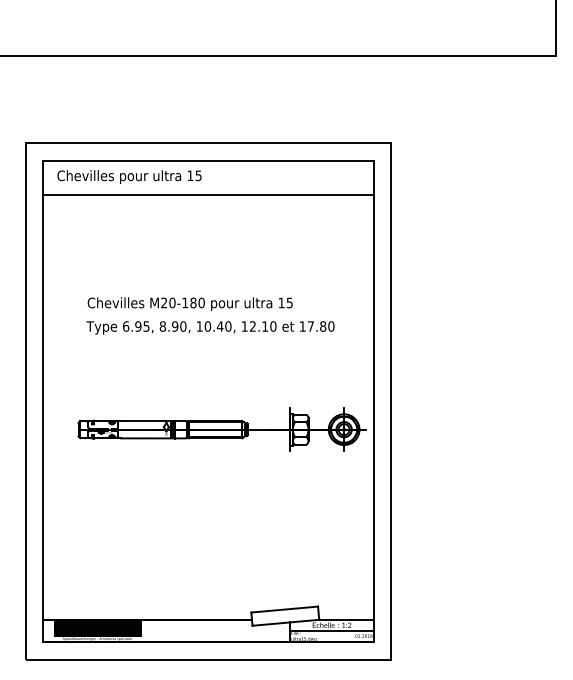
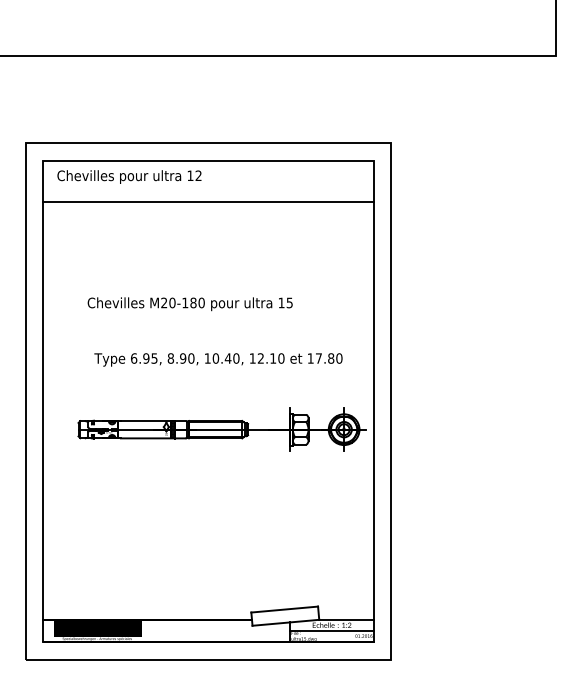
text at (198, 175): 15 -> 12
line at (208, 195) position: (208, 195) -> (208, 202)
text at (210, 327) position: (210, 327) -> (218, 359)
